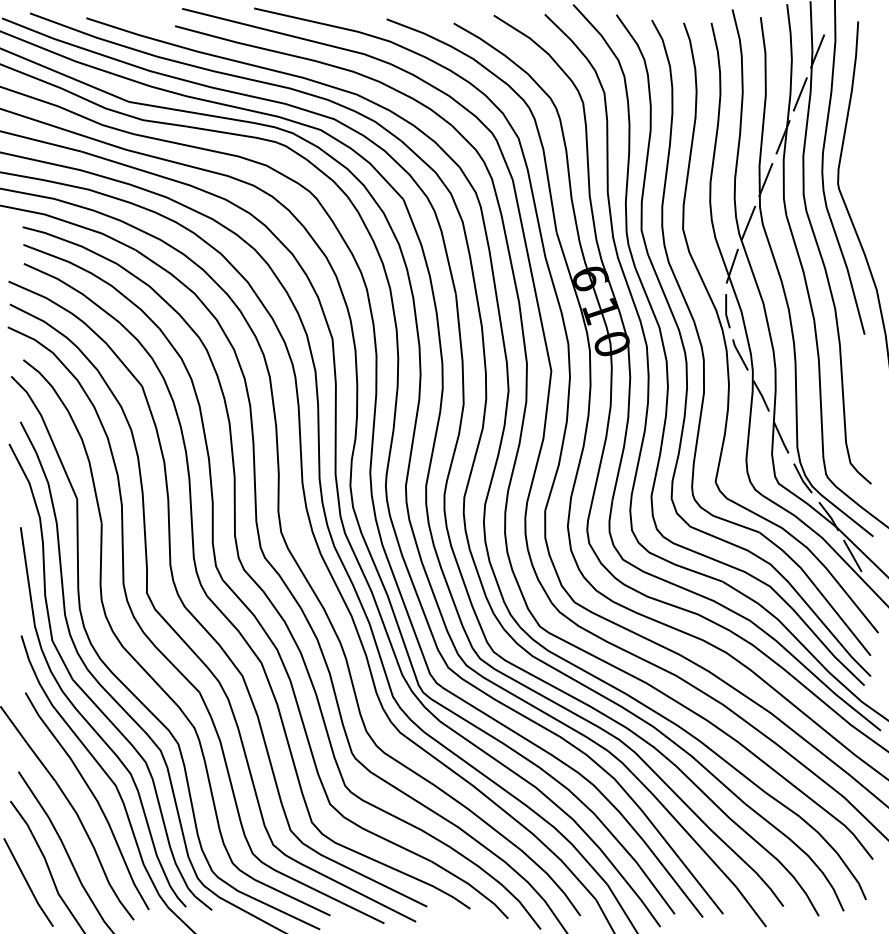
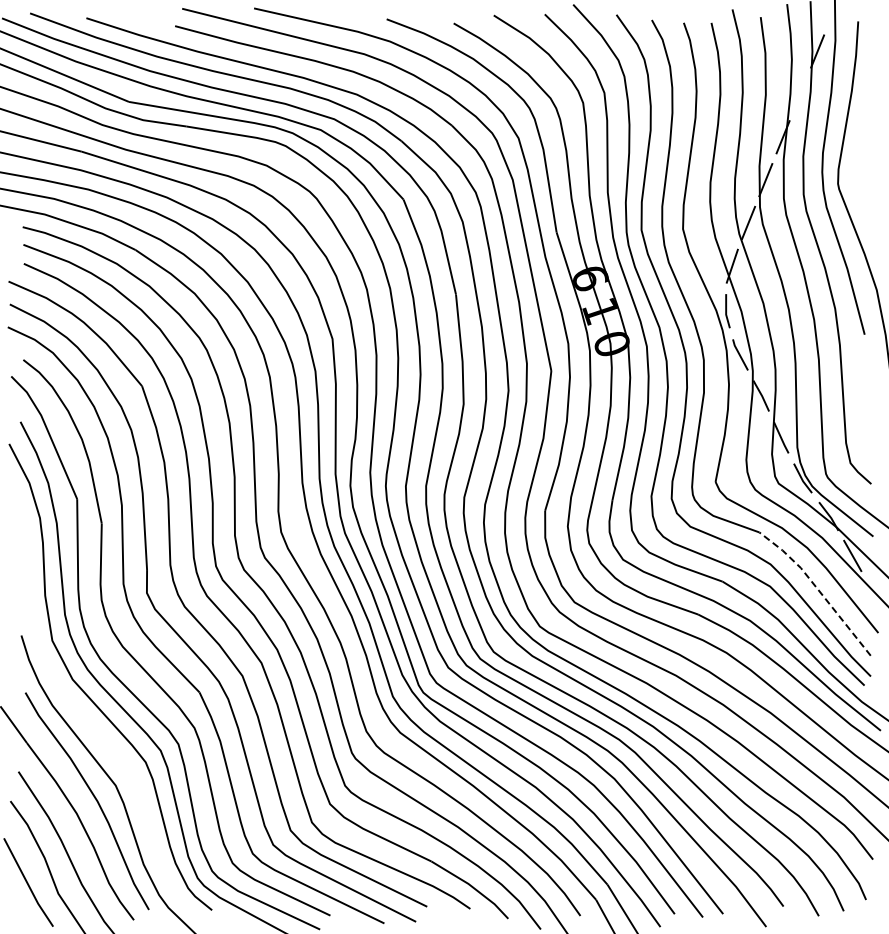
line at (799, 94): present -> none
line at (817, 588): solid -> dashed
curve at (93, 727): present -> none
